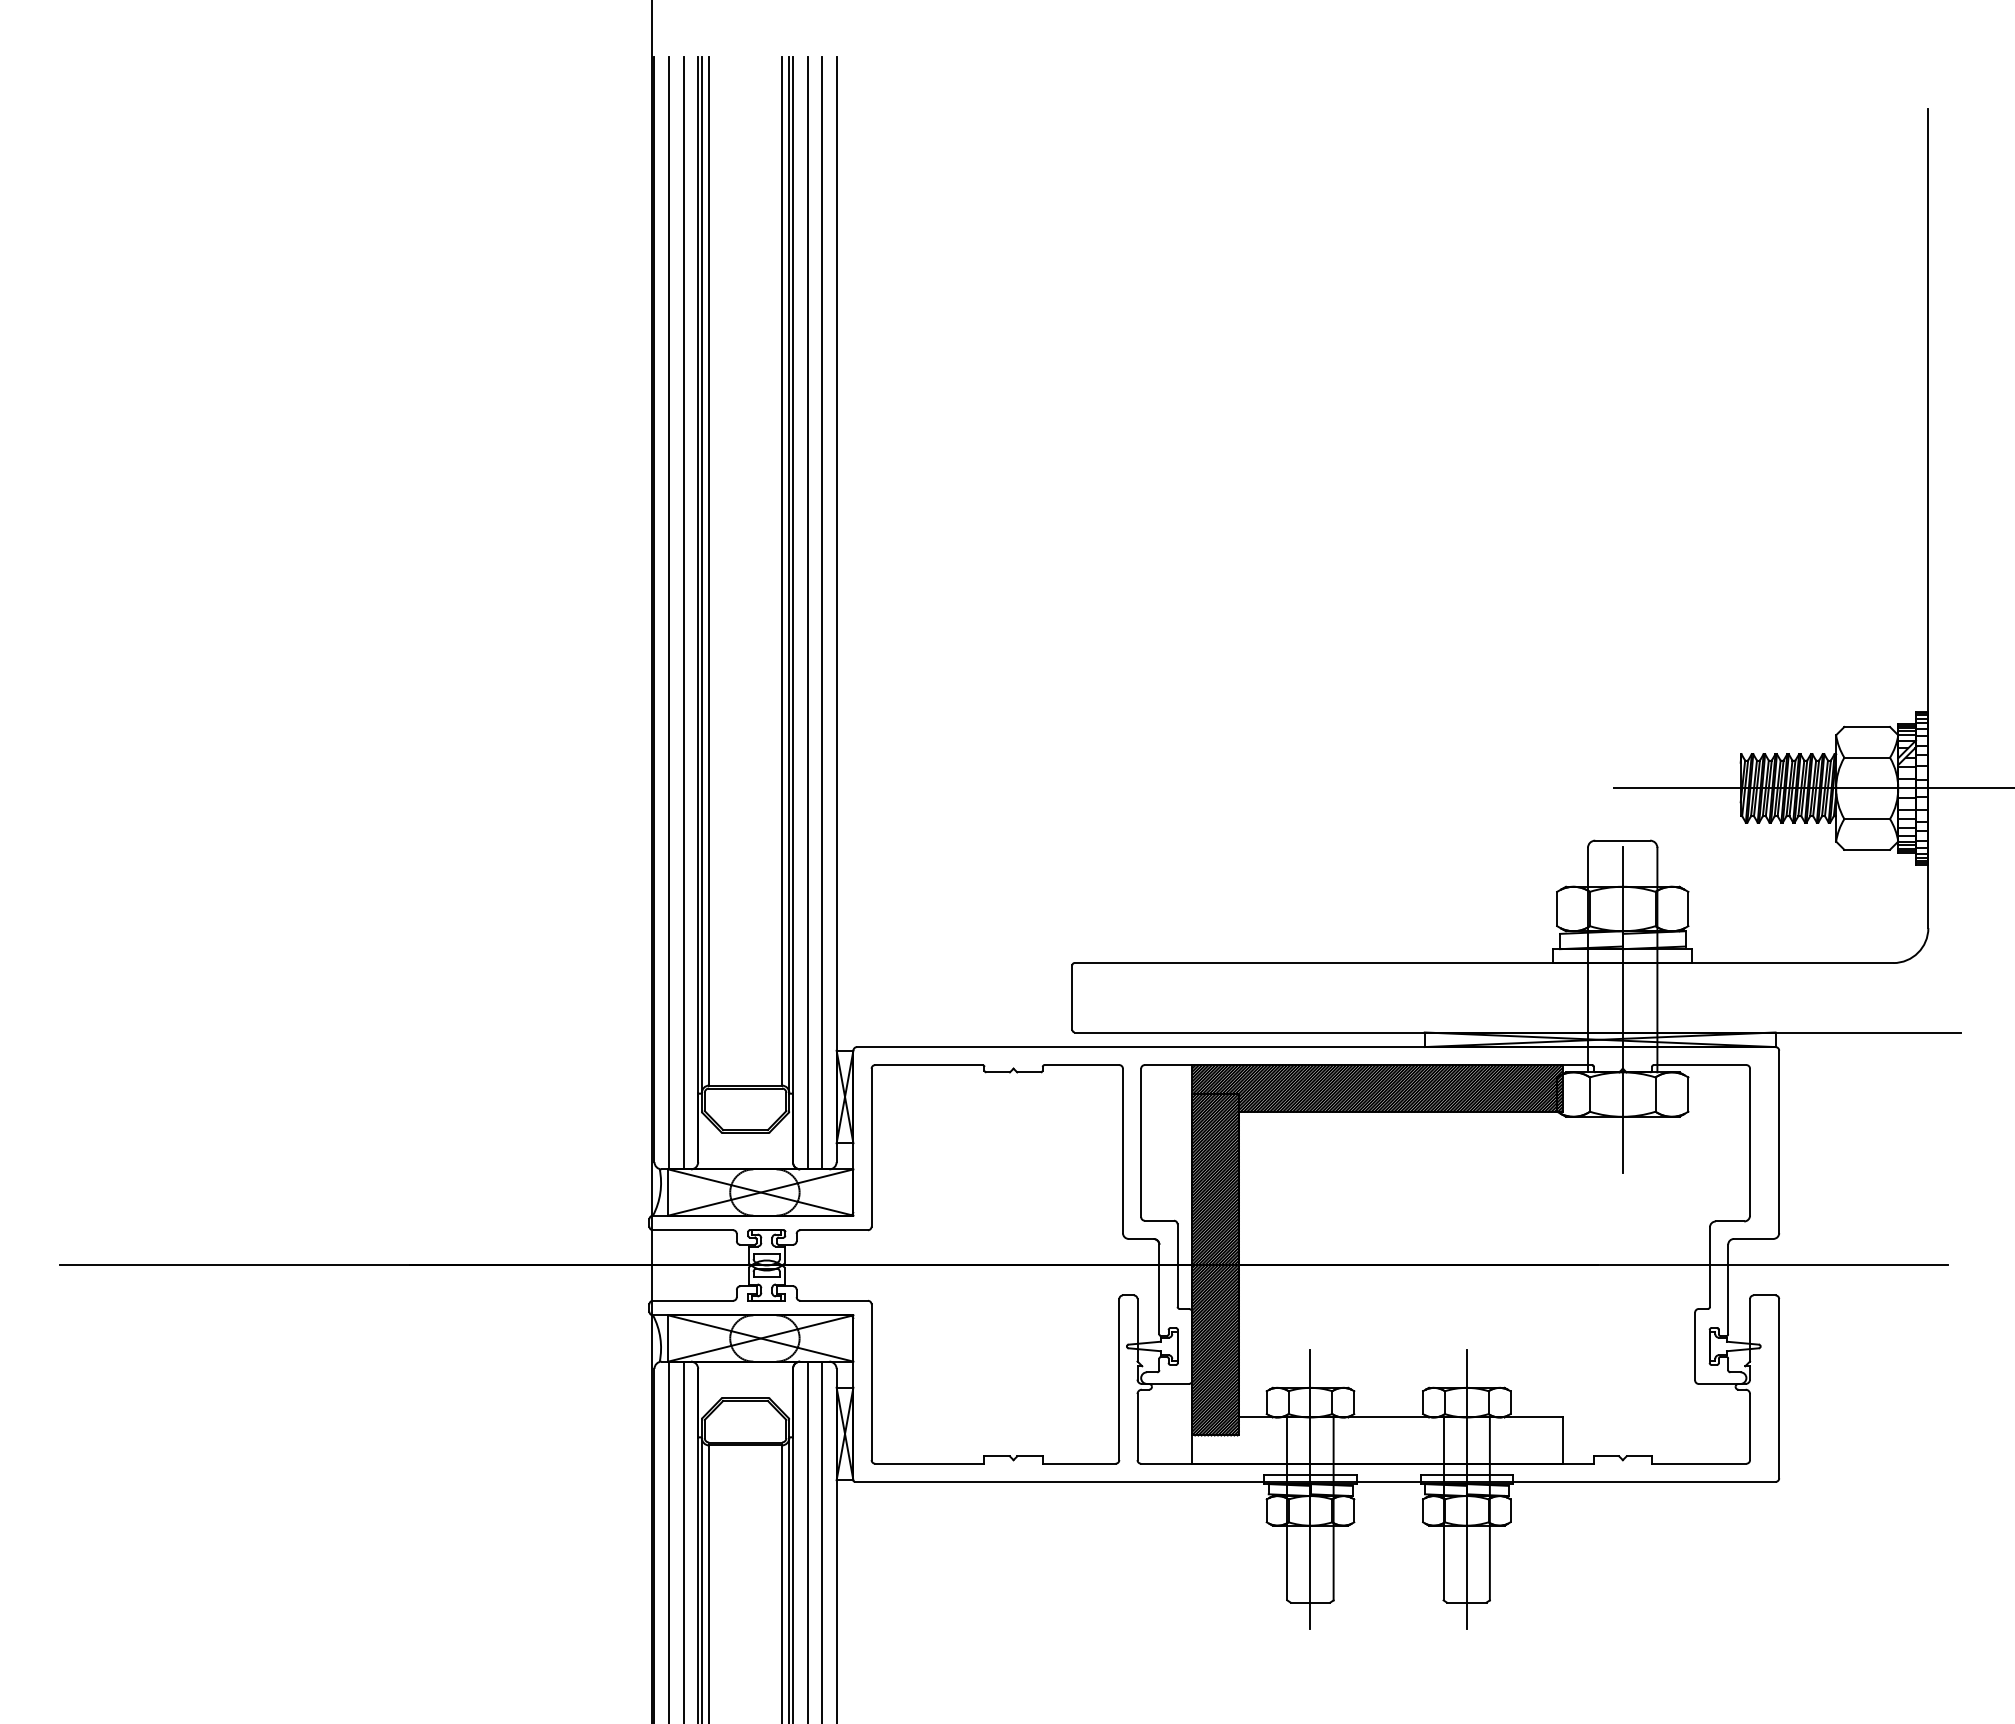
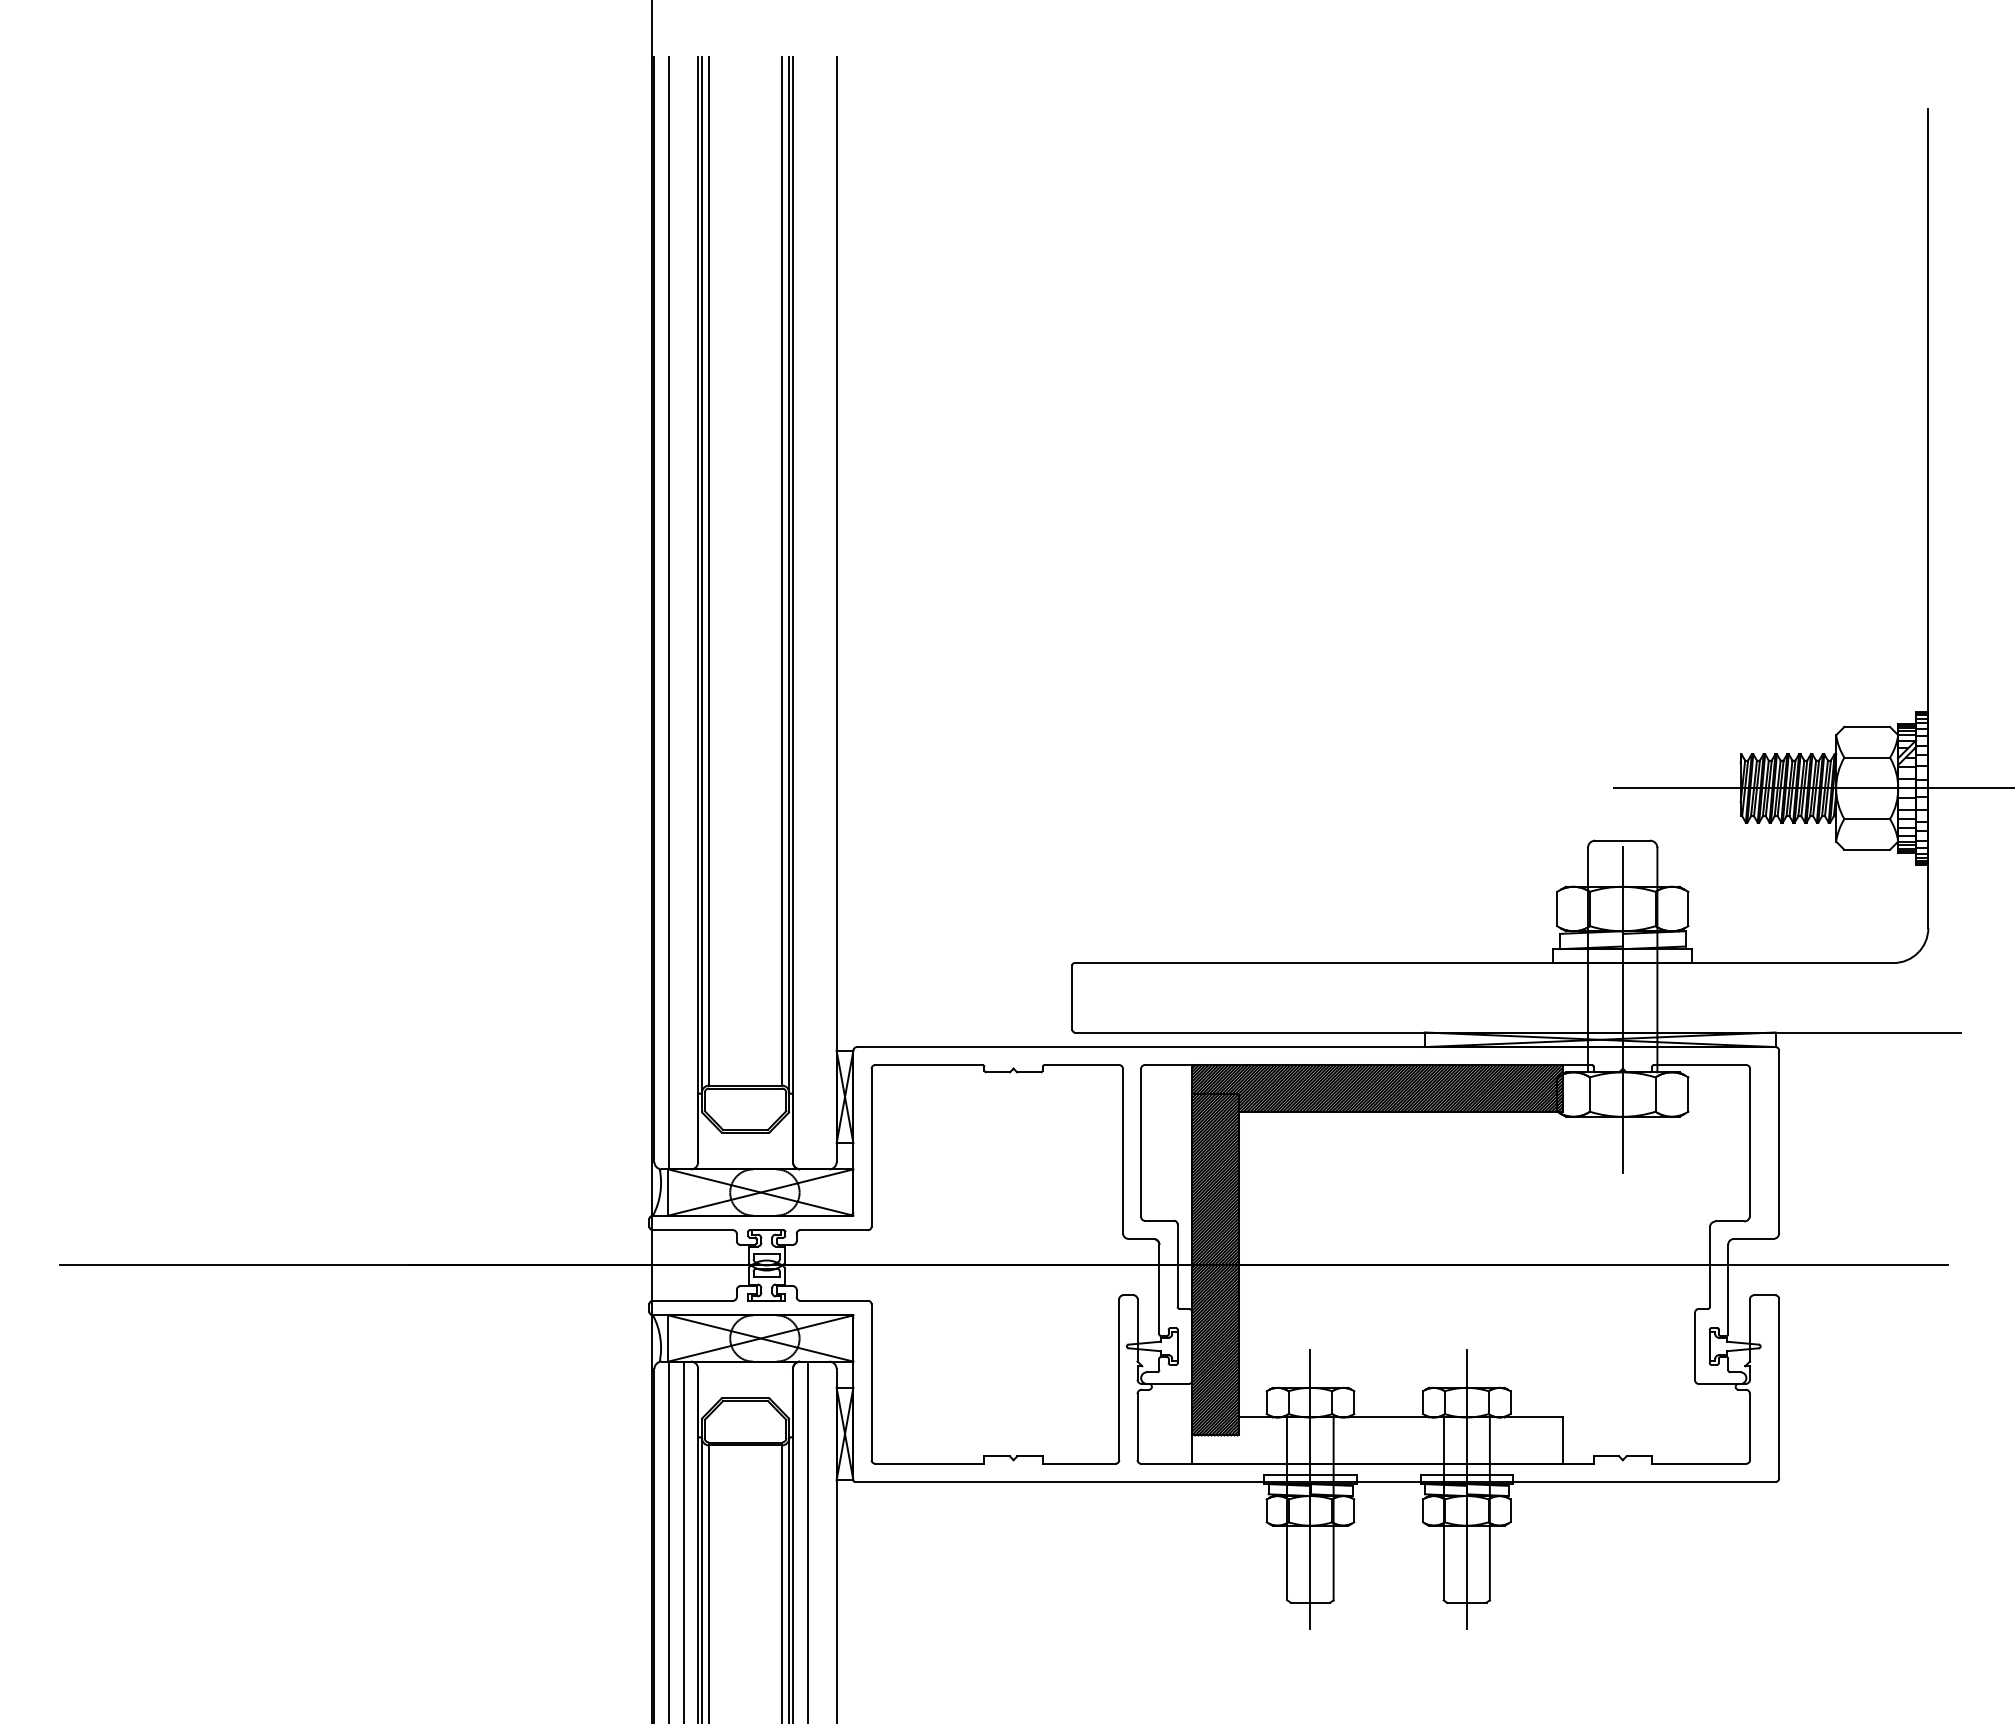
line at (683, 613): present -> none
line at (807, 613): present -> none
line at (822, 613): present -> none
line at (822, 1540): present -> none
